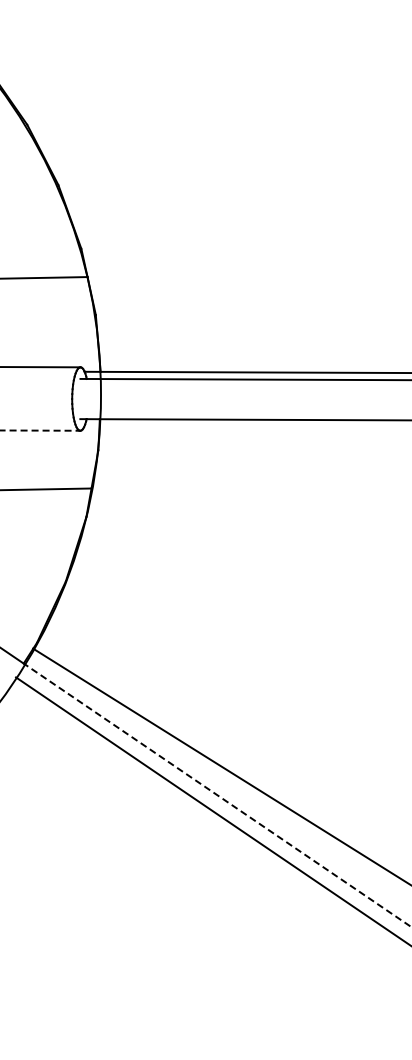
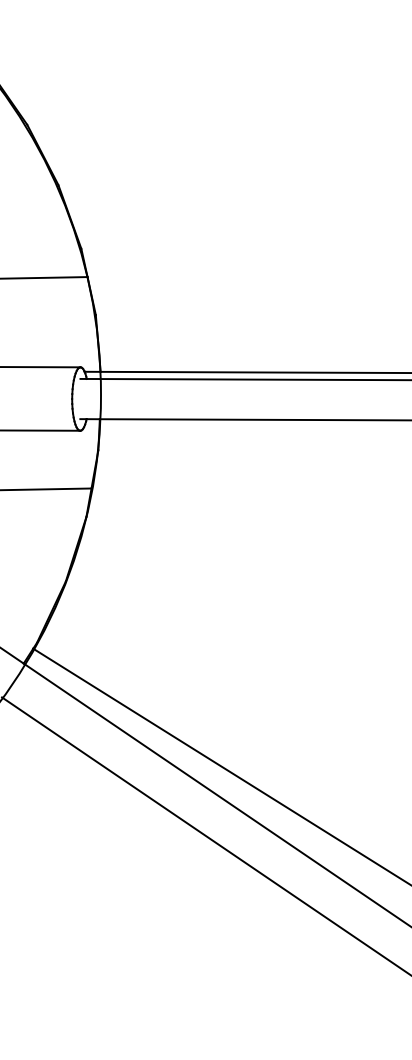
line at (40, 430): dashed -> solid
line at (217, 795): dashed -> solid
line at (212, 810) position: (212, 810) -> (205, 835)
